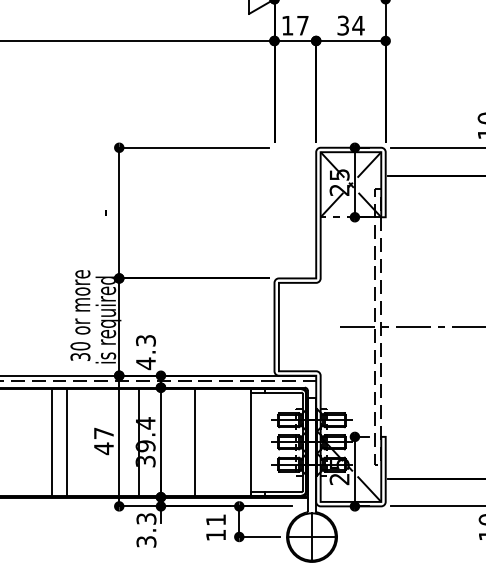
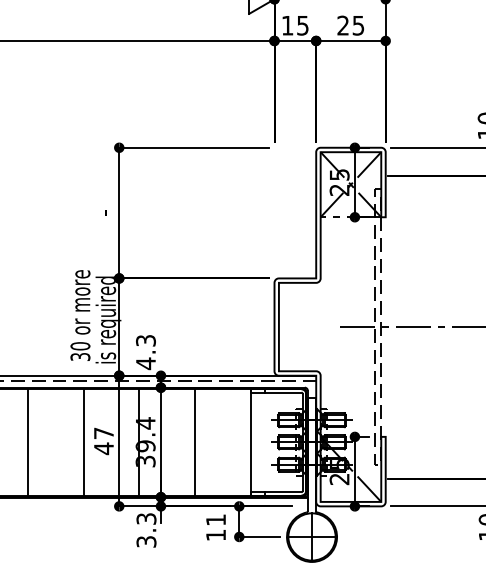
text at (302, 25): 17 -> 15
text at (350, 25): 34 -> 25
line at (52, 442) position: (52, 442) -> (28, 442)
line at (66, 442) position: (66, 442) -> (83, 442)
